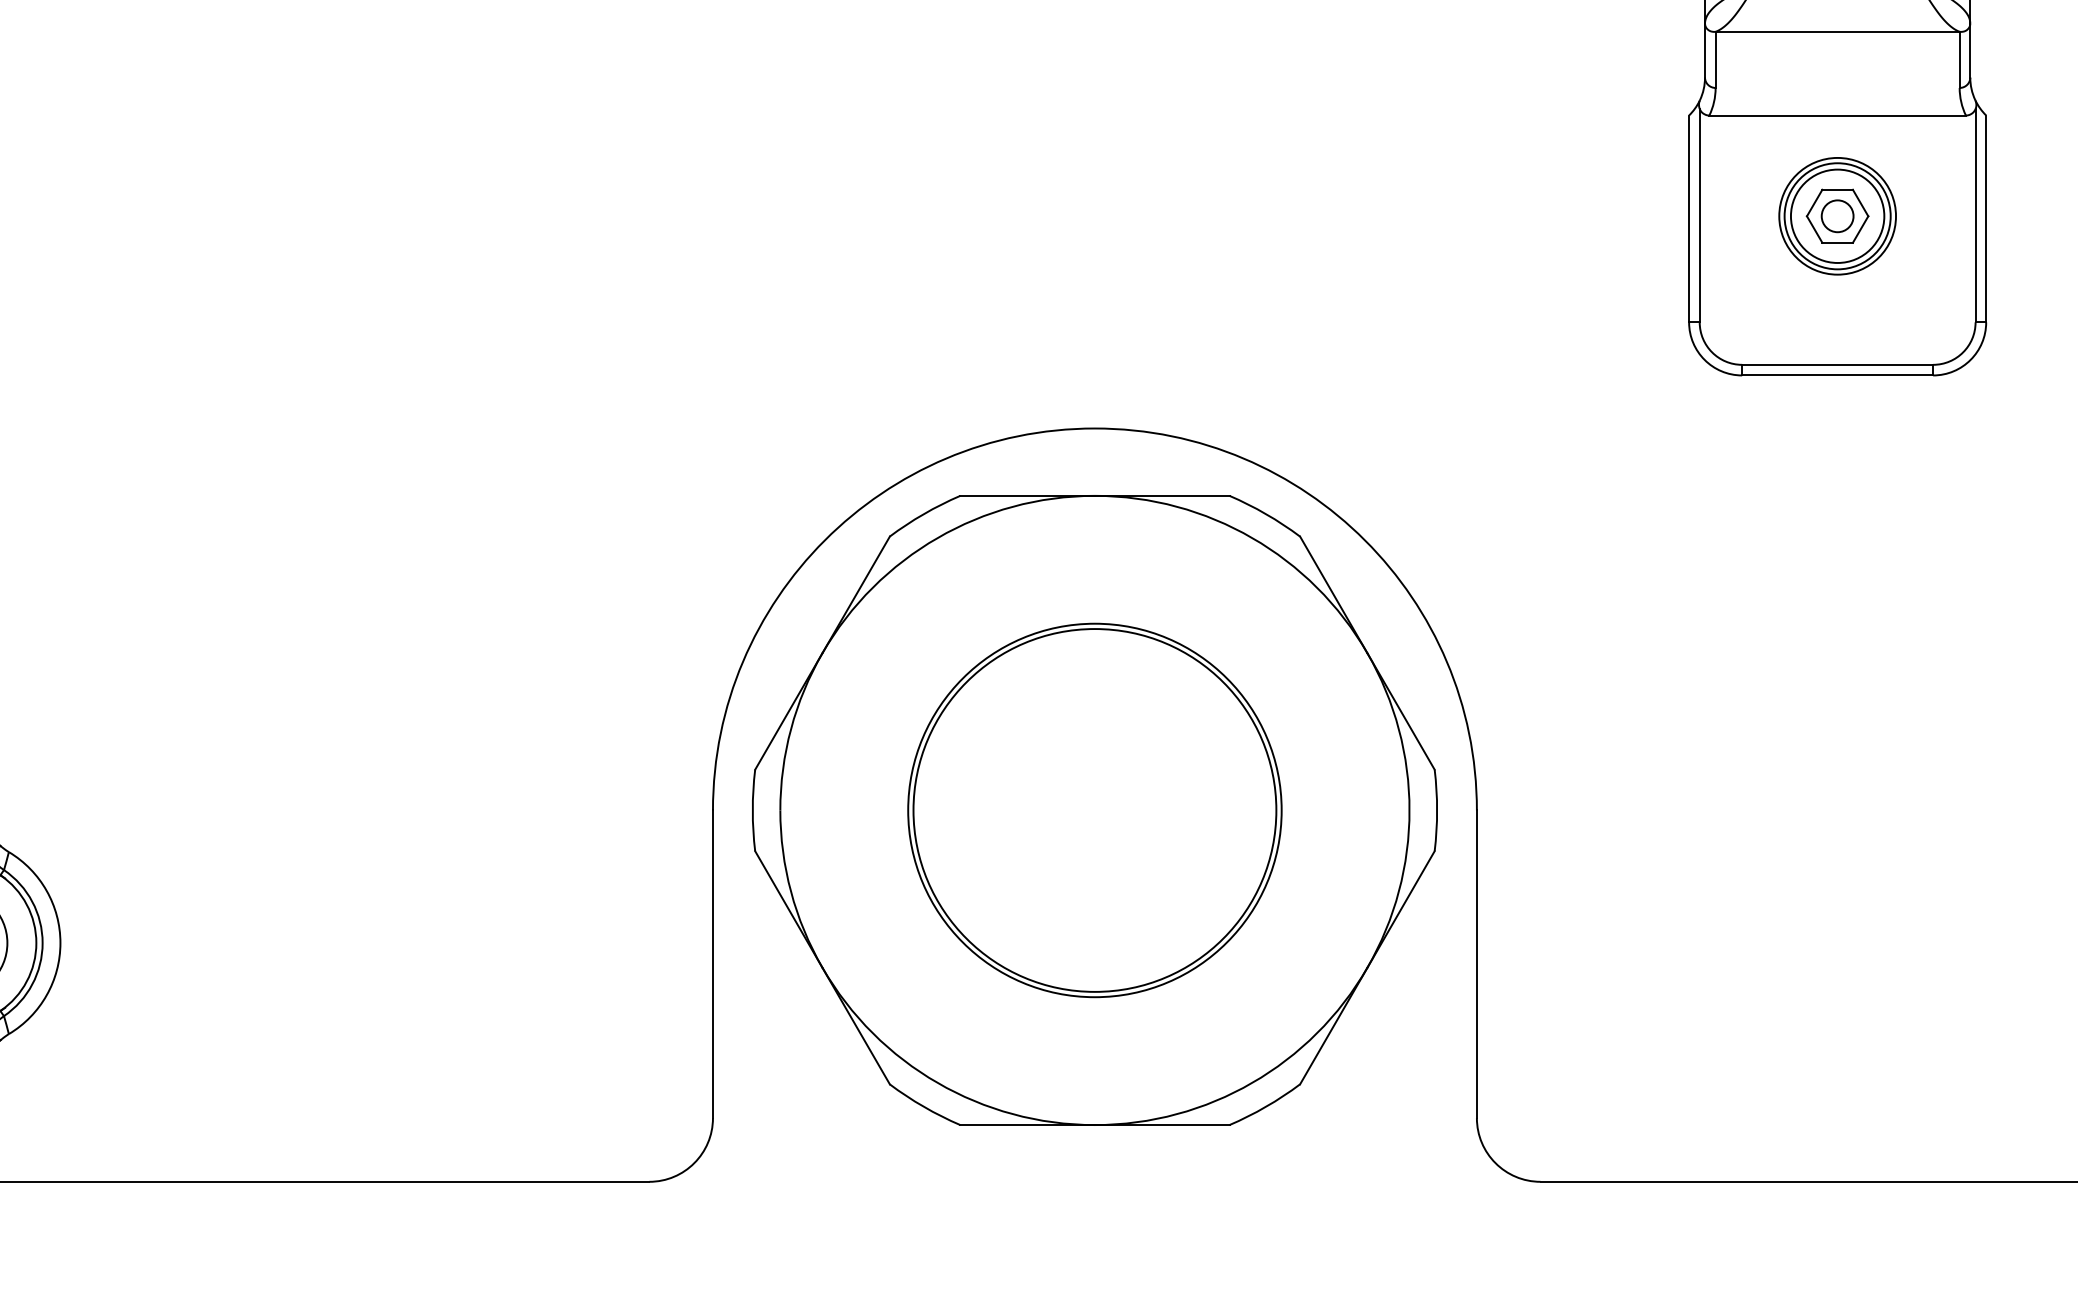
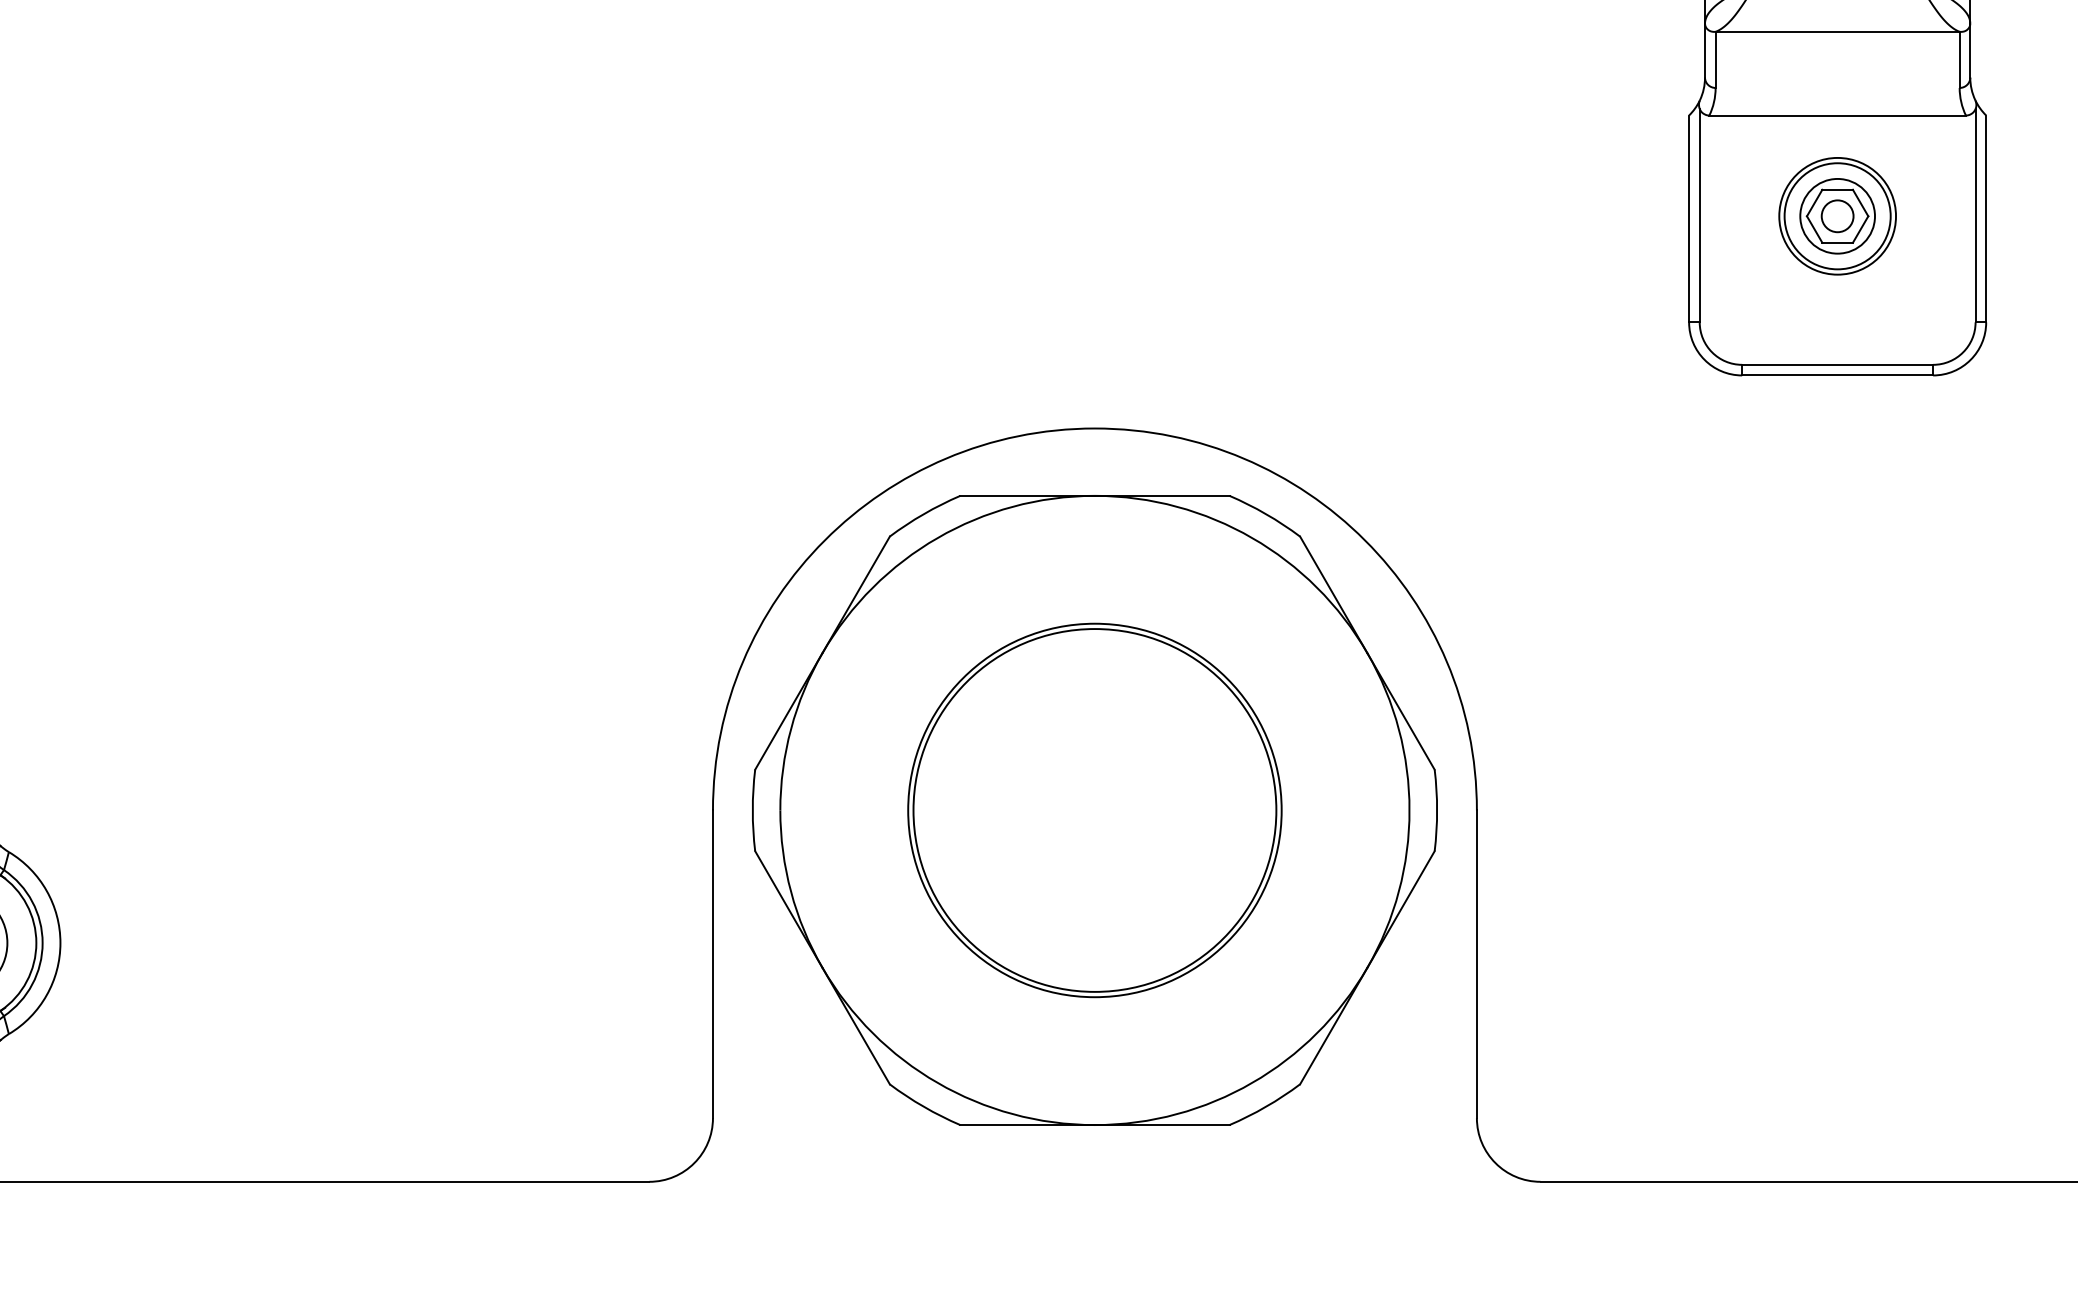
circle at (1837, 215) diameter: 93 px -> 75 px
